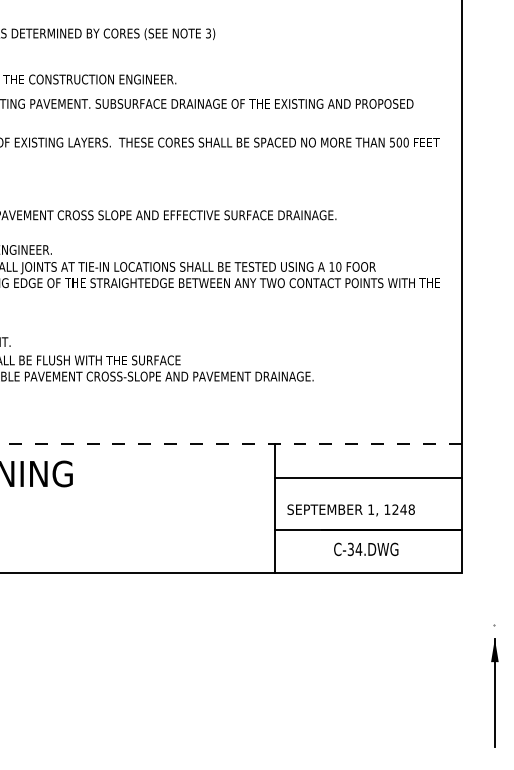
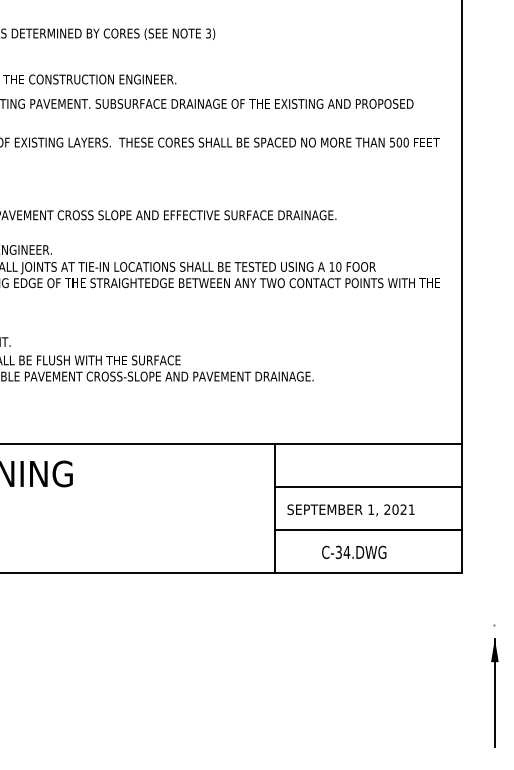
line at (230, 444): dashed -> solid
line at (367, 478) position: (367, 478) -> (367, 487)
text at (399, 509): 1248 -> 2021
text at (366, 549) position: (366, 549) -> (354, 552)
